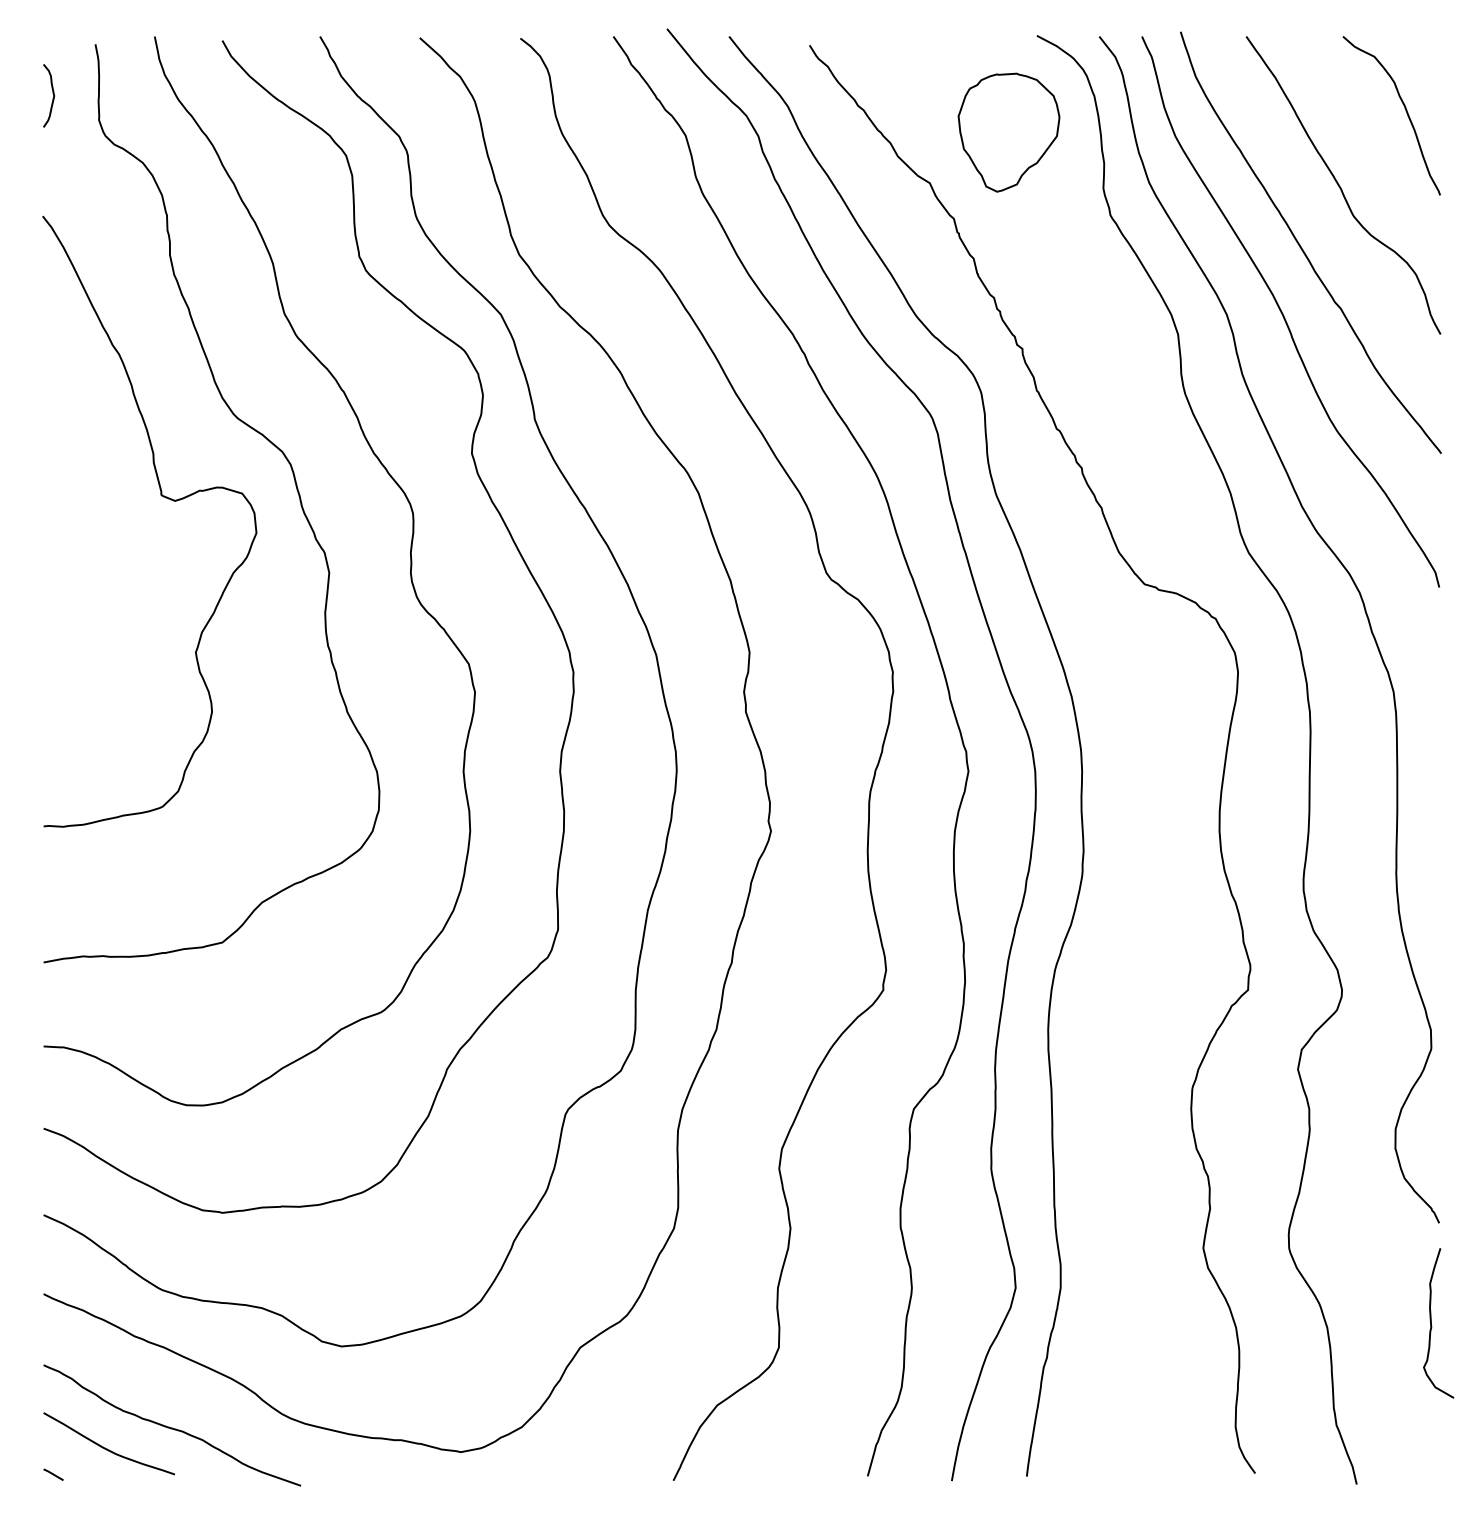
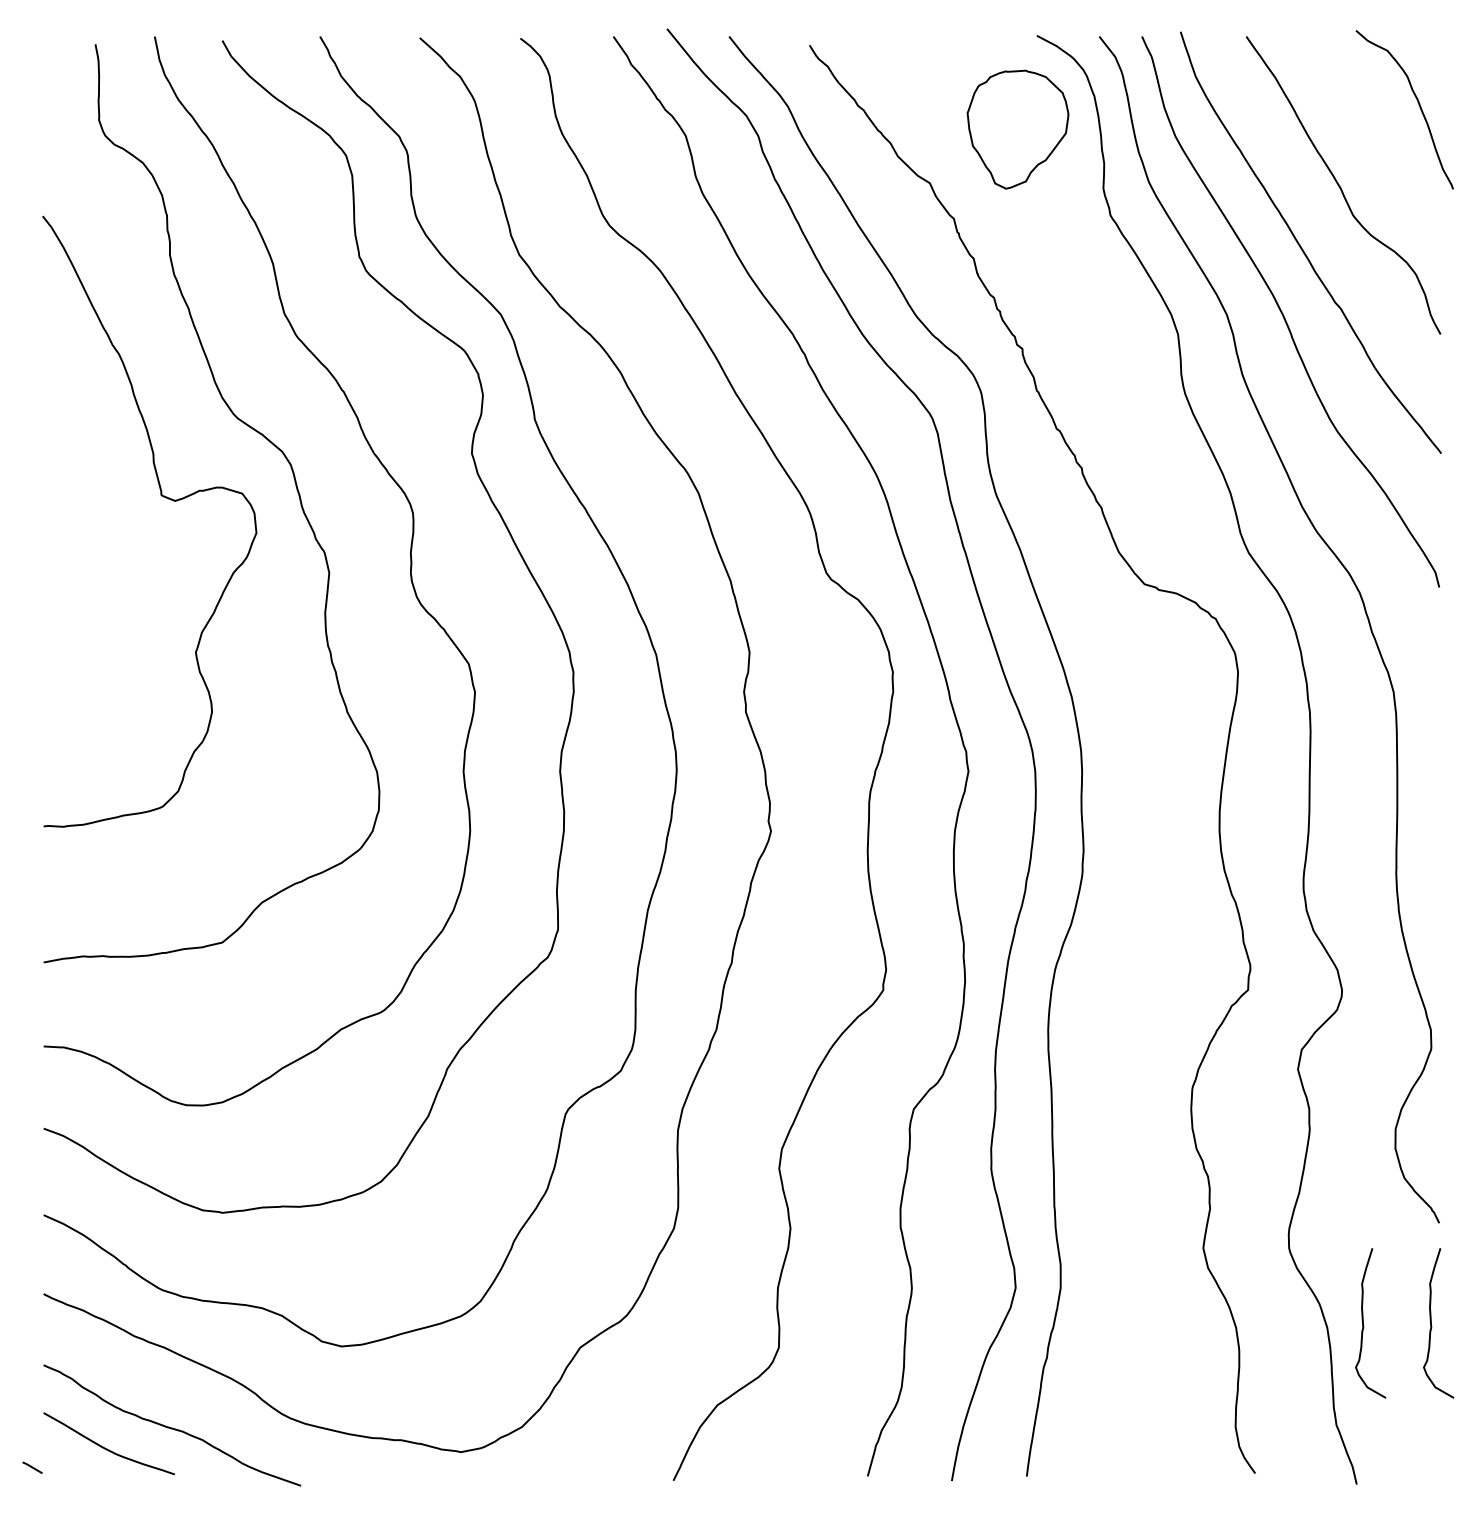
curve at (52, 93): present -> none
curve at (1405, 111) position: (1405, 111) -> (1418, 105)
part at (1008, 132) position: (1008, 132) -> (1017, 129)
curve at (1364, 1326): none -> present
line at (53, 1474) position: (53, 1474) -> (32, 1467)
